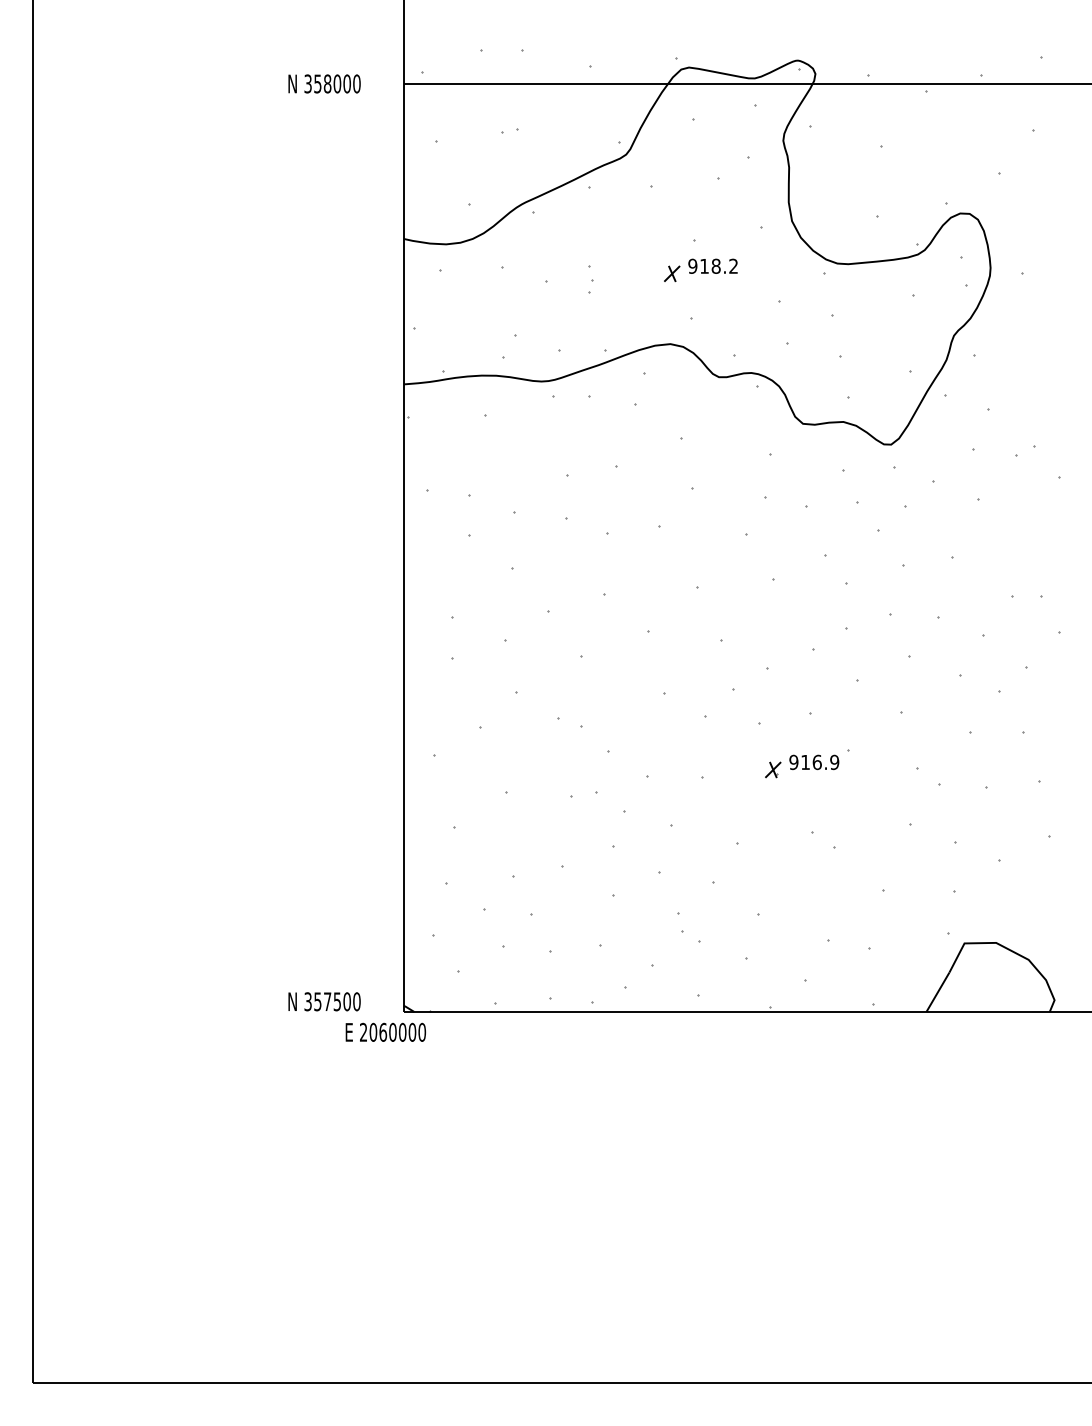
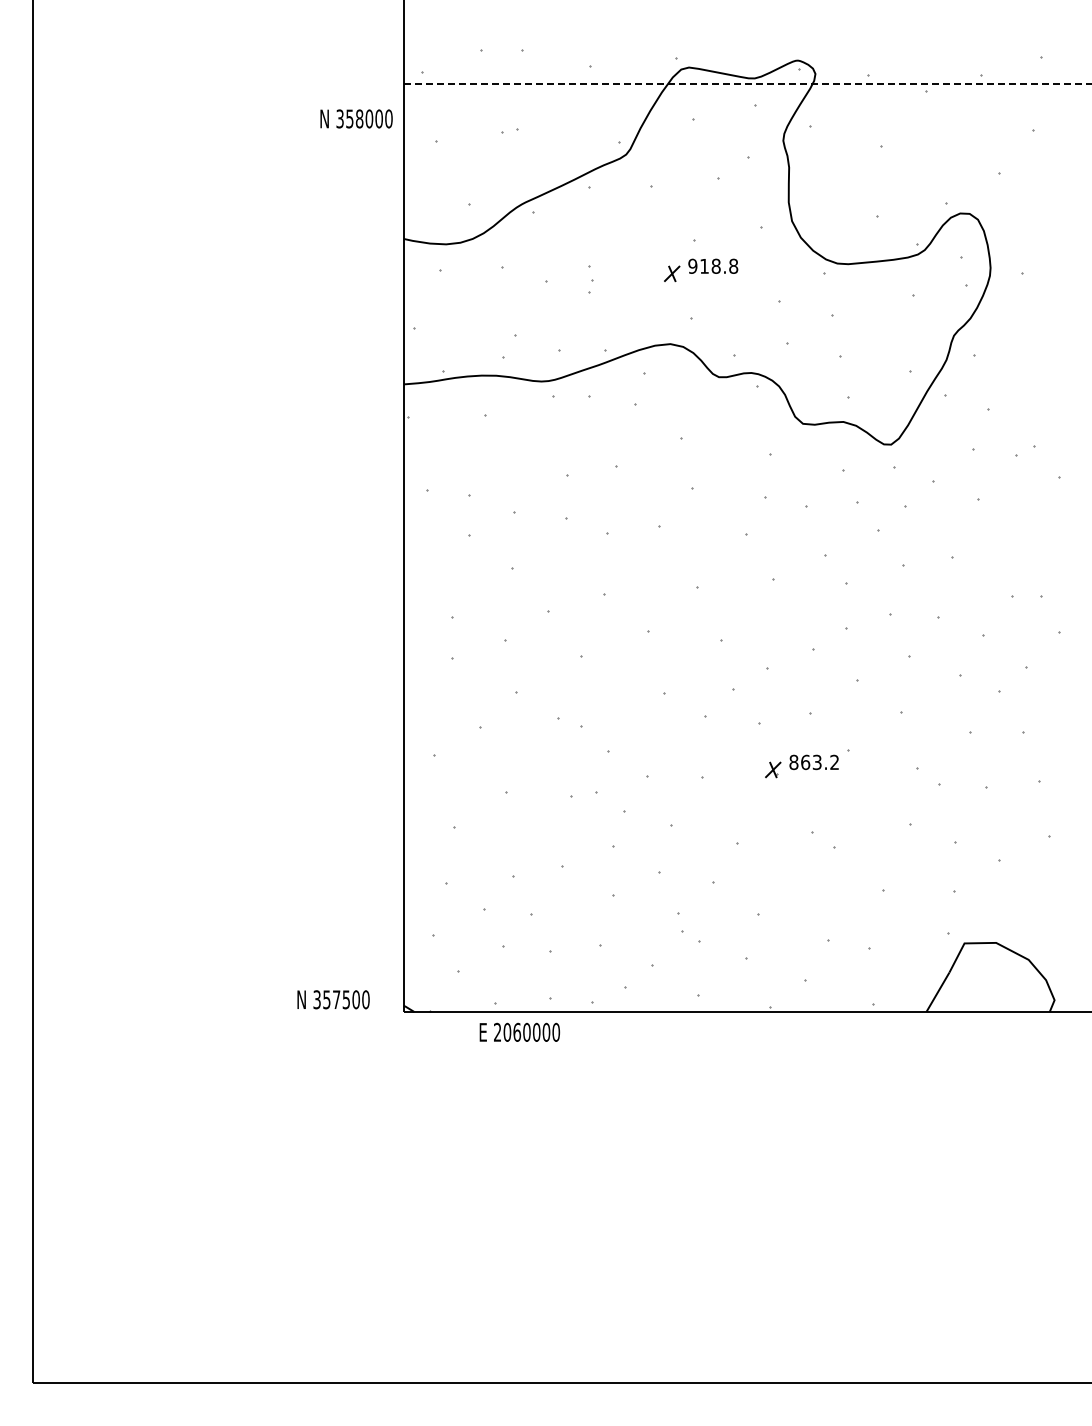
text at (324, 83) position: (324, 83) -> (356, 118)
line at (747, 83): solid -> dashed
text at (733, 265): 918.2 -> 918.8
text at (814, 762): 916.9 -> 863.2
text at (324, 1001) position: (324, 1001) -> (333, 999)
text at (385, 1031) position: (385, 1031) -> (519, 1031)
